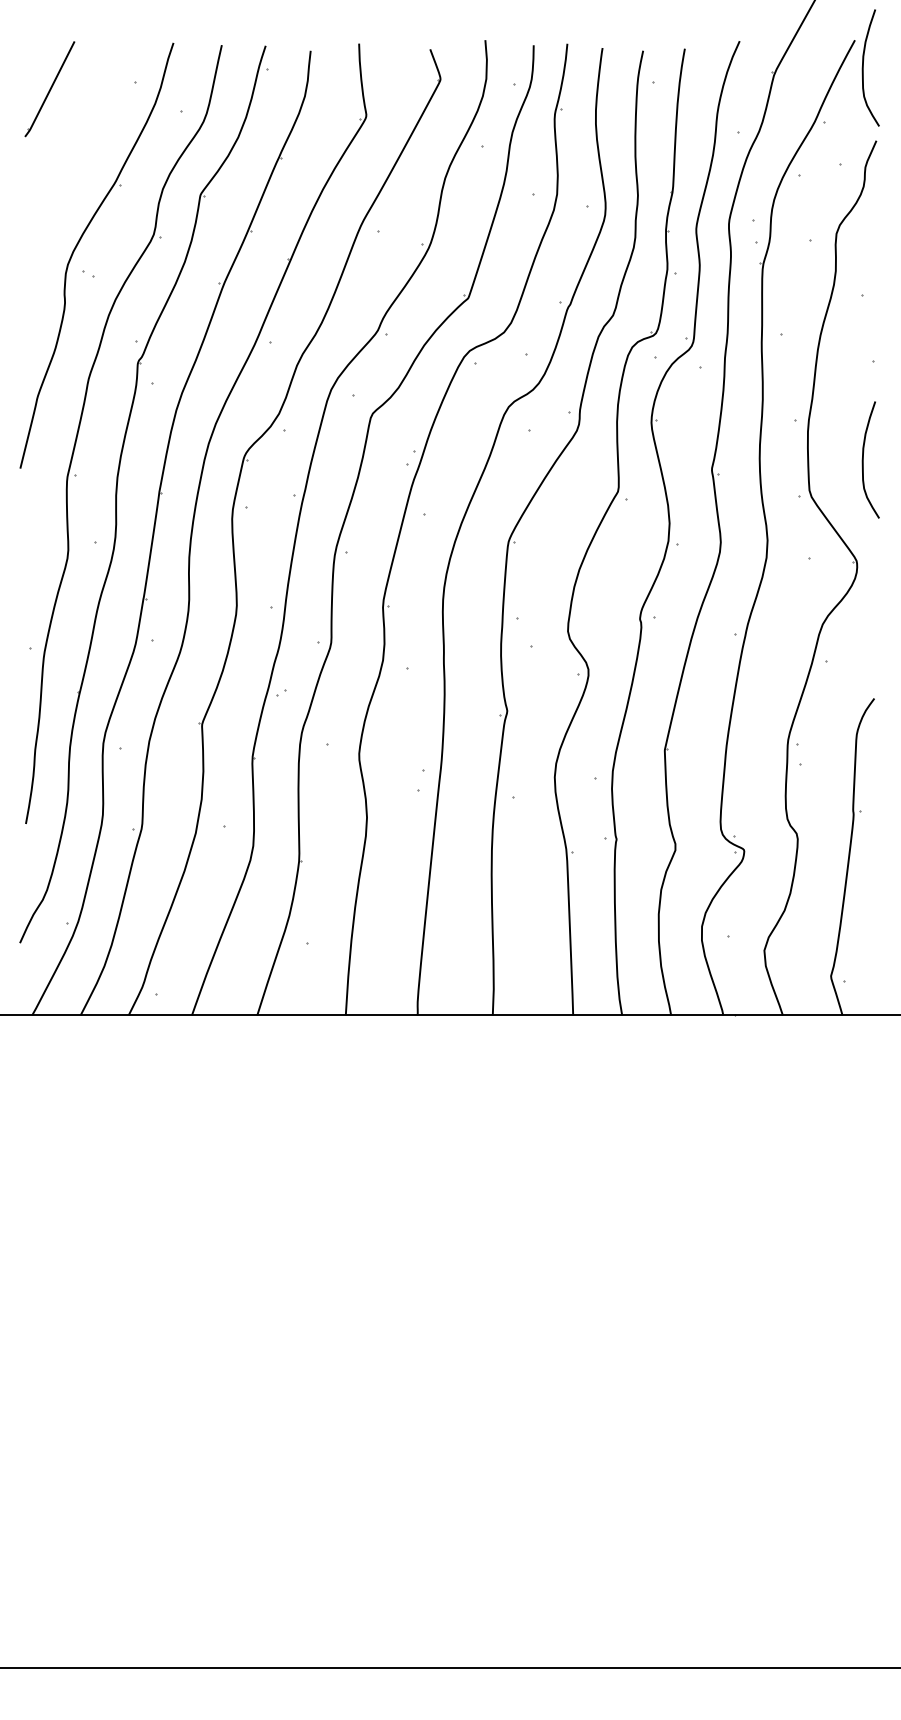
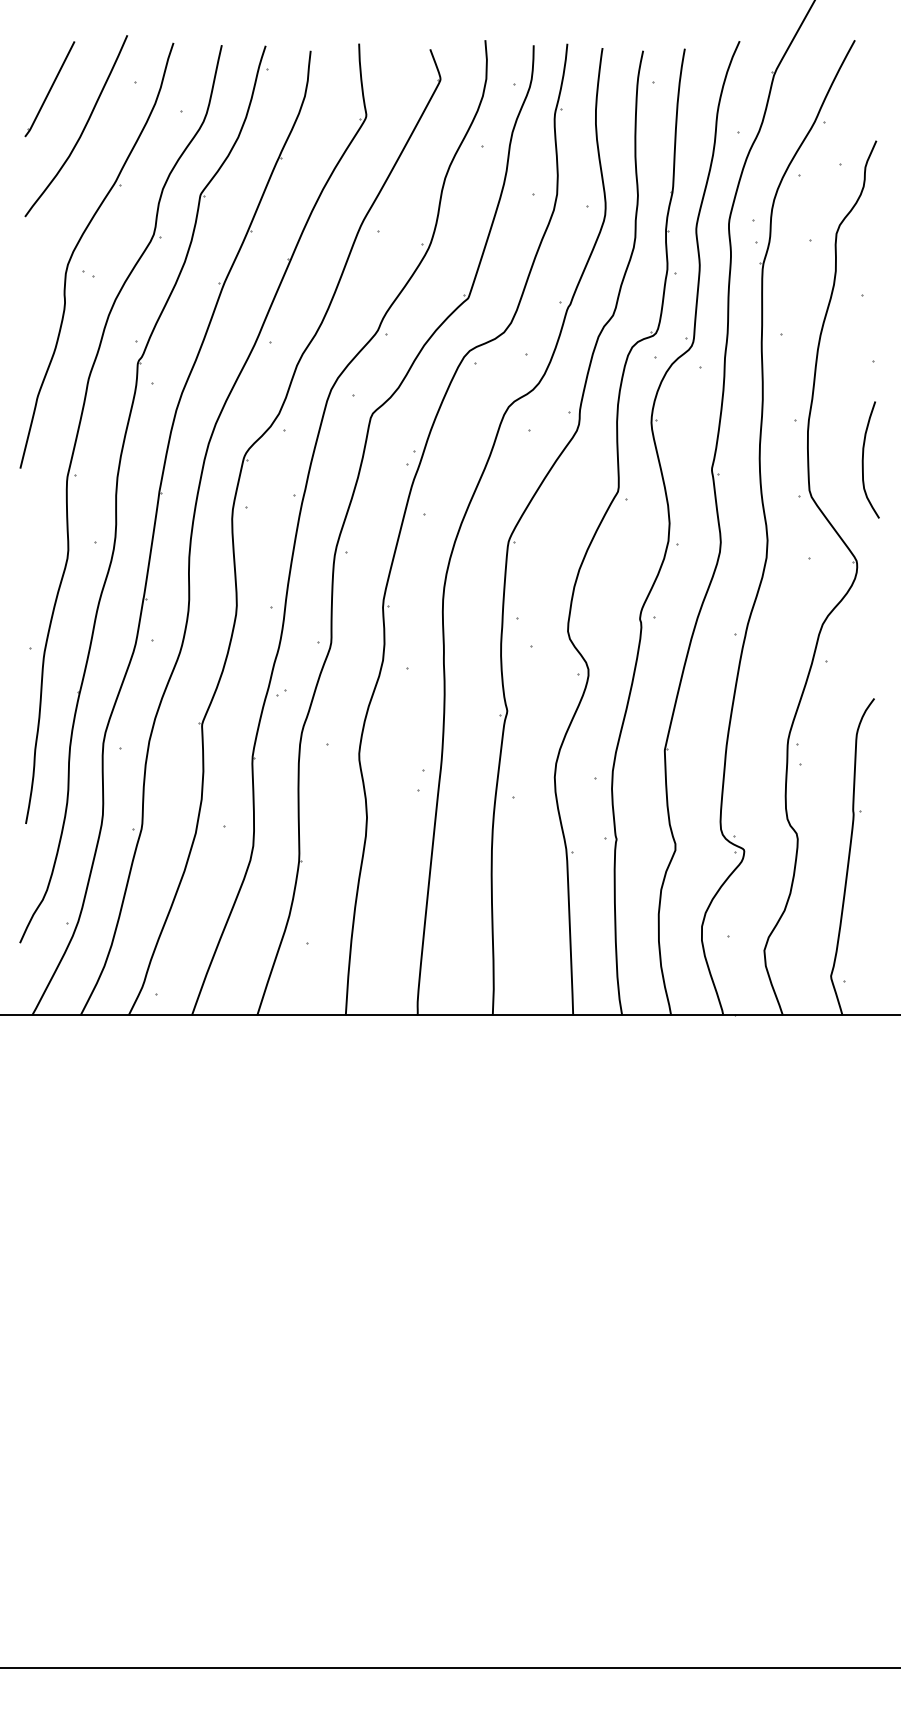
curve at (863, 67): present -> none
curve at (82, 129): none -> present
